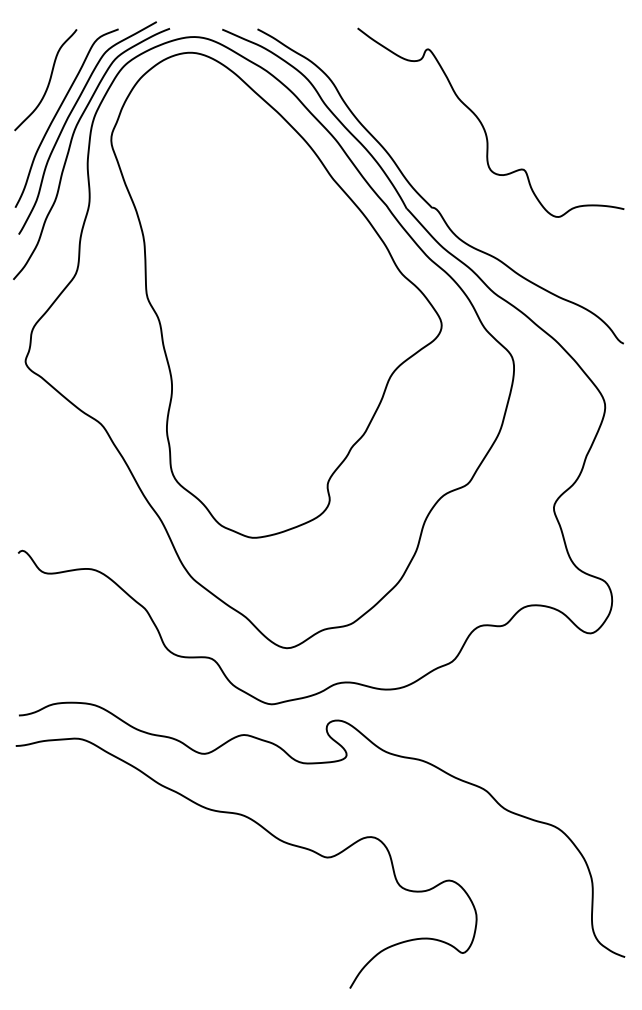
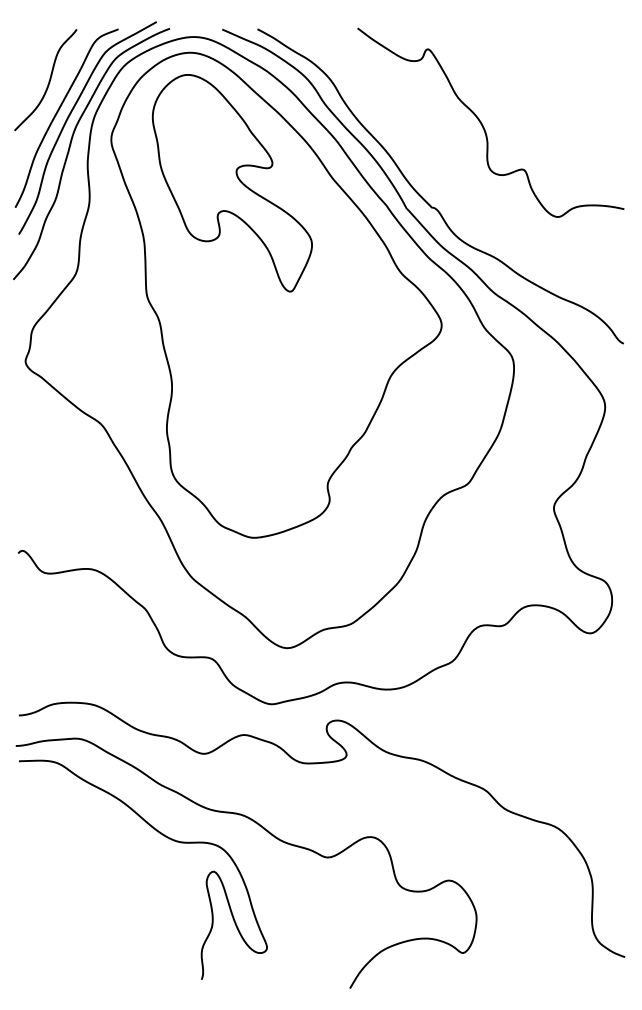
part at (231, 183): none -> present
curve at (163, 836): none -> present
